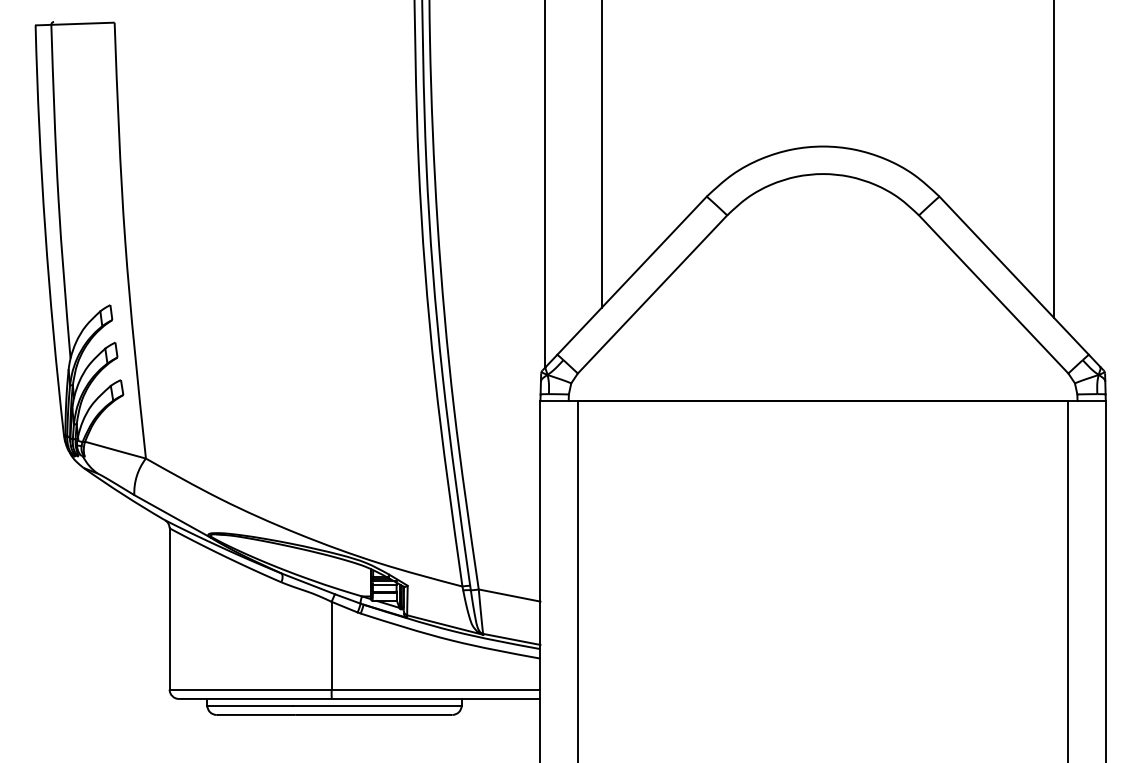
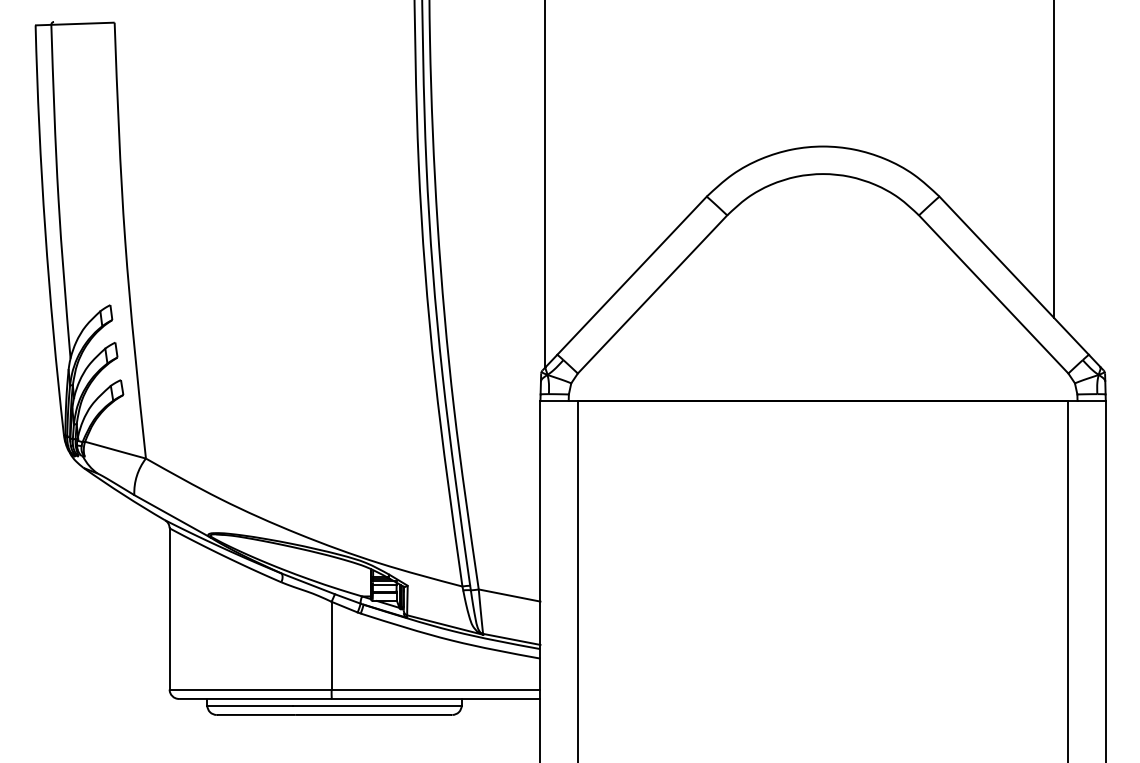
line at (601, 154): present -> none
